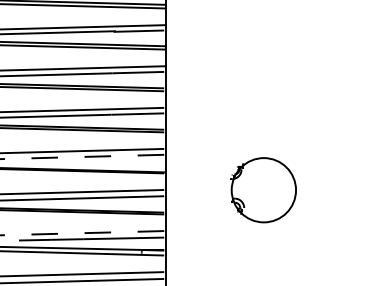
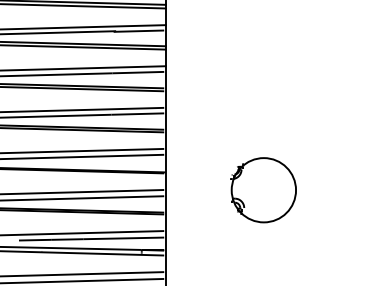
line at (82, 156): dashed -> solid
line at (82, 233): dashed -> solid
